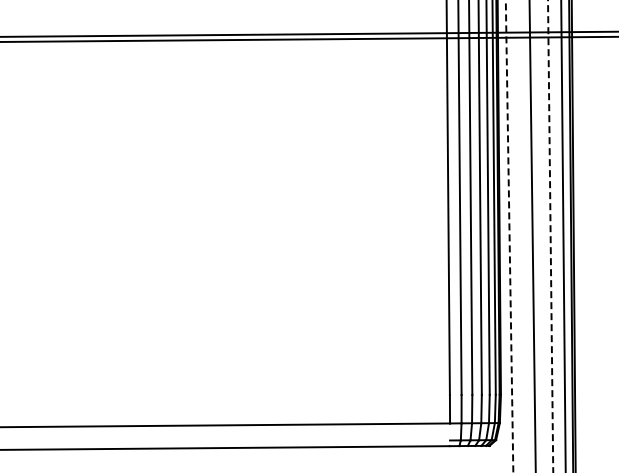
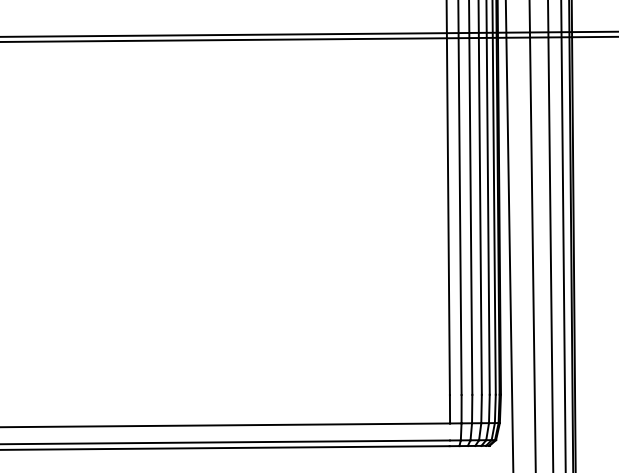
line at (509, 236): dashed -> solid
line at (550, 236): dashed -> solid
line at (225, 442): none -> present
